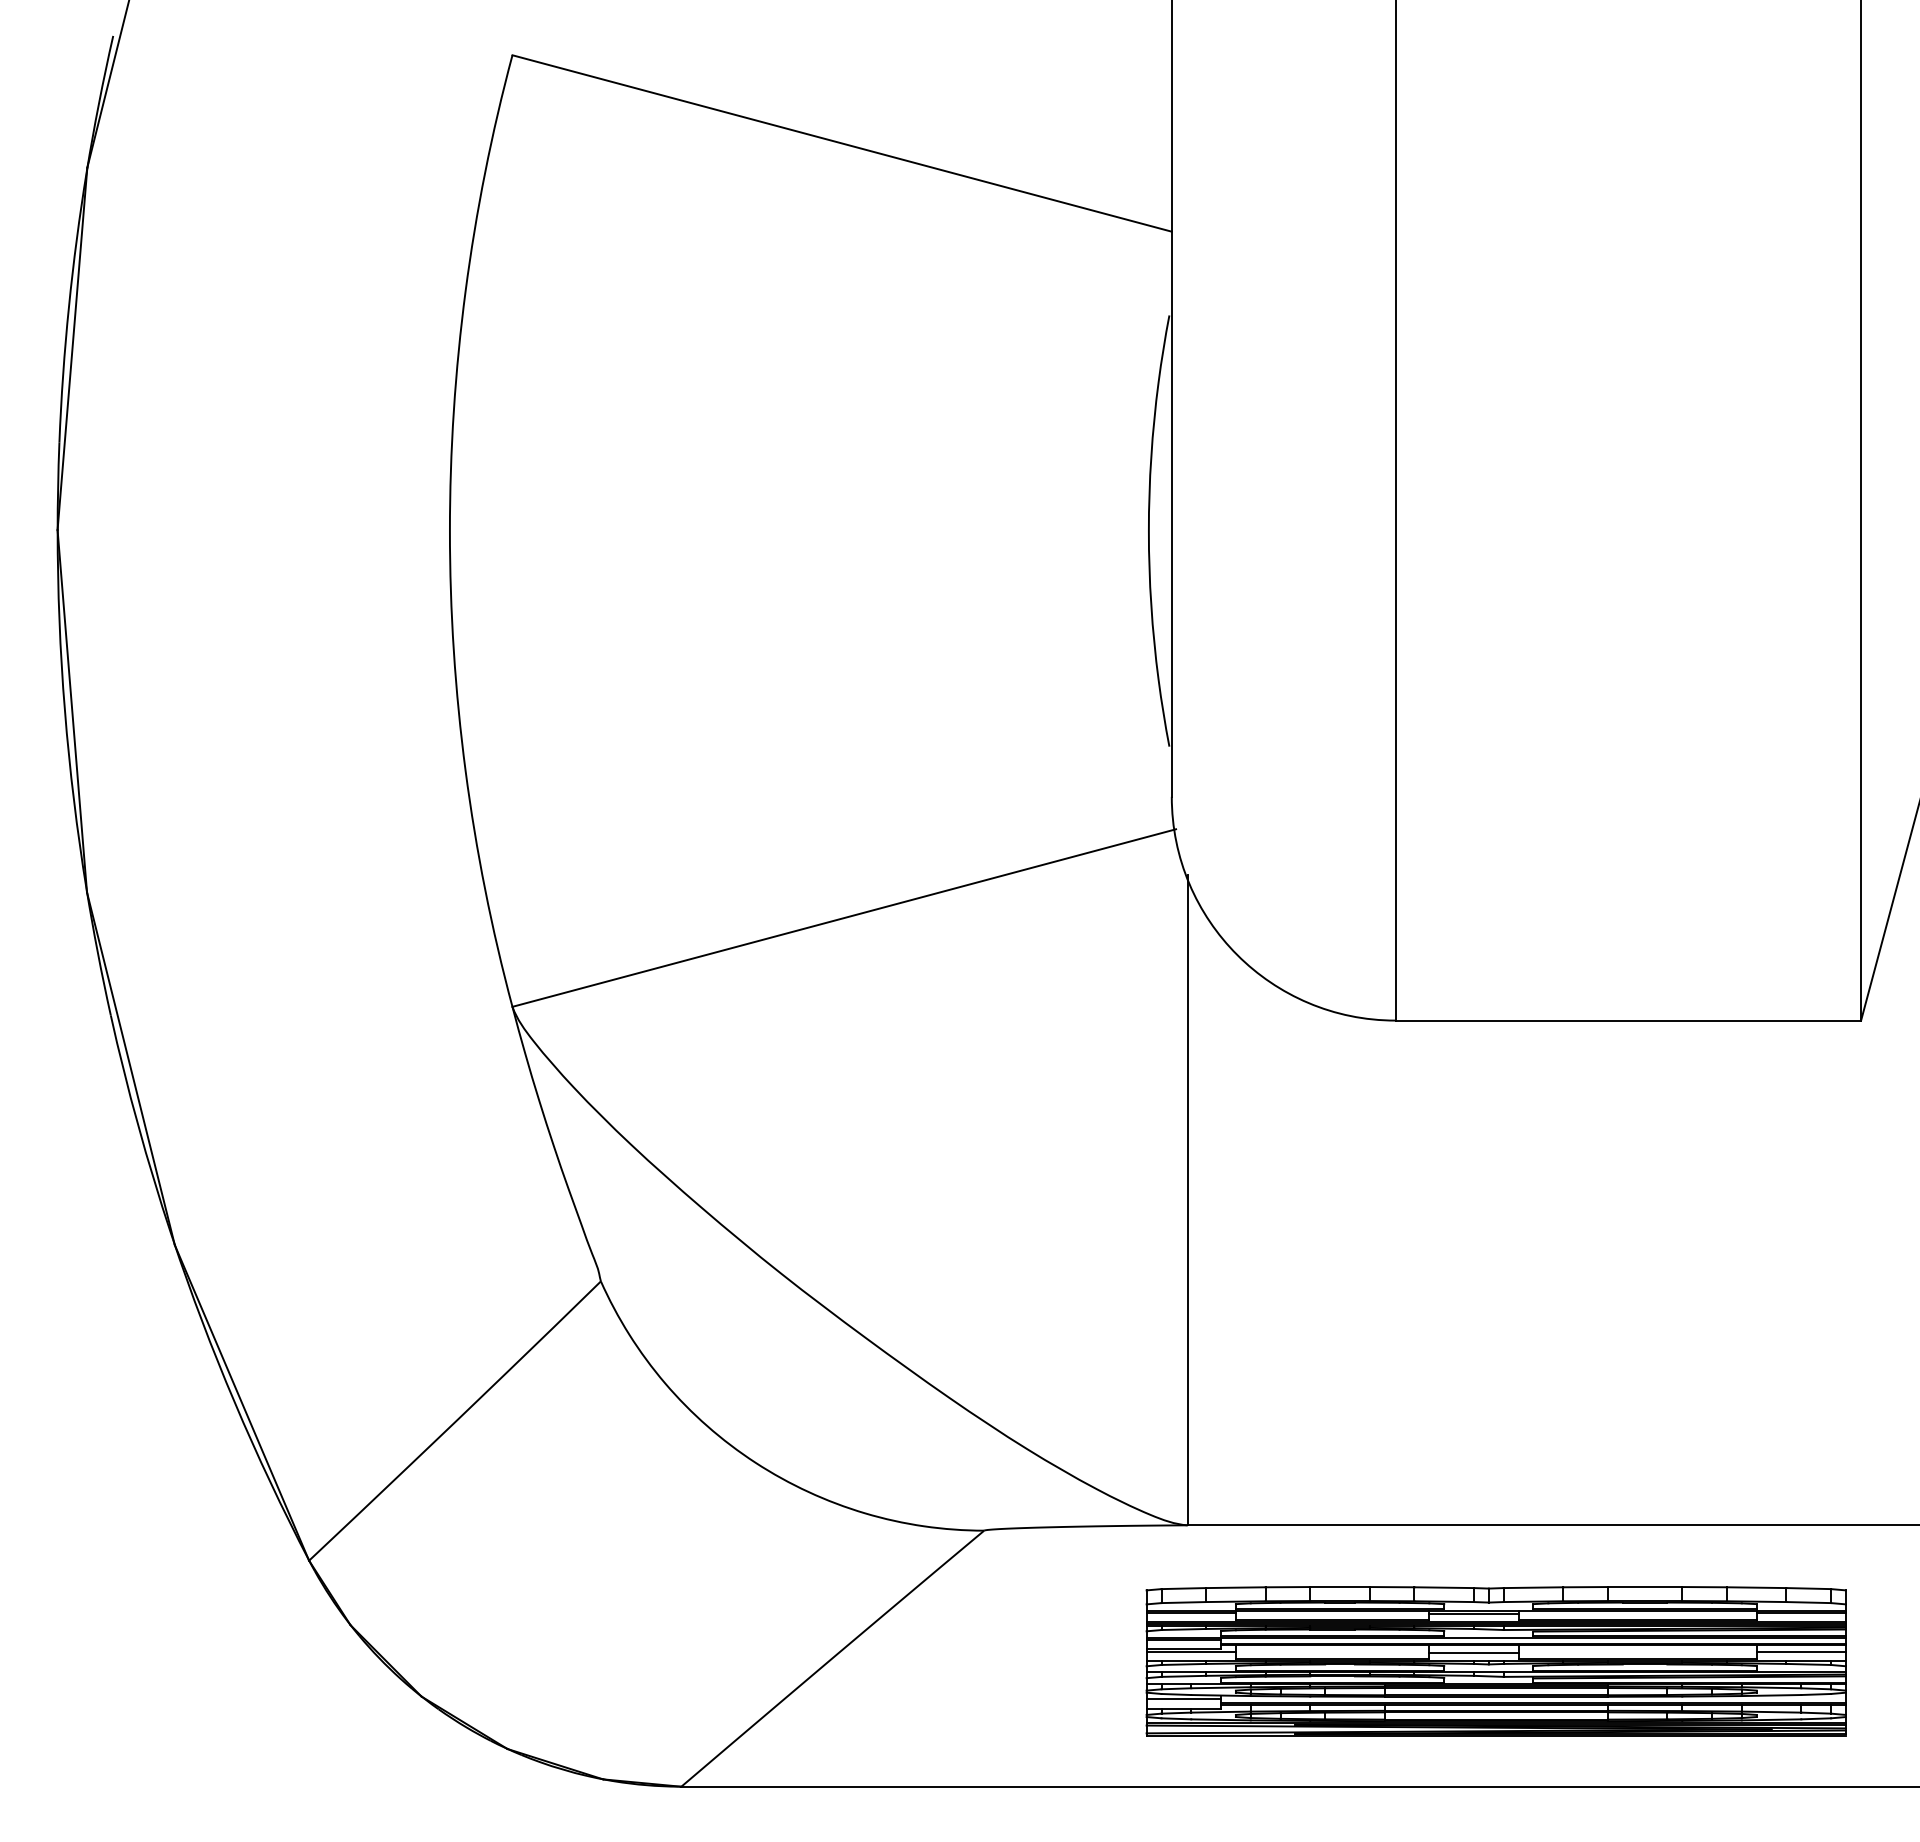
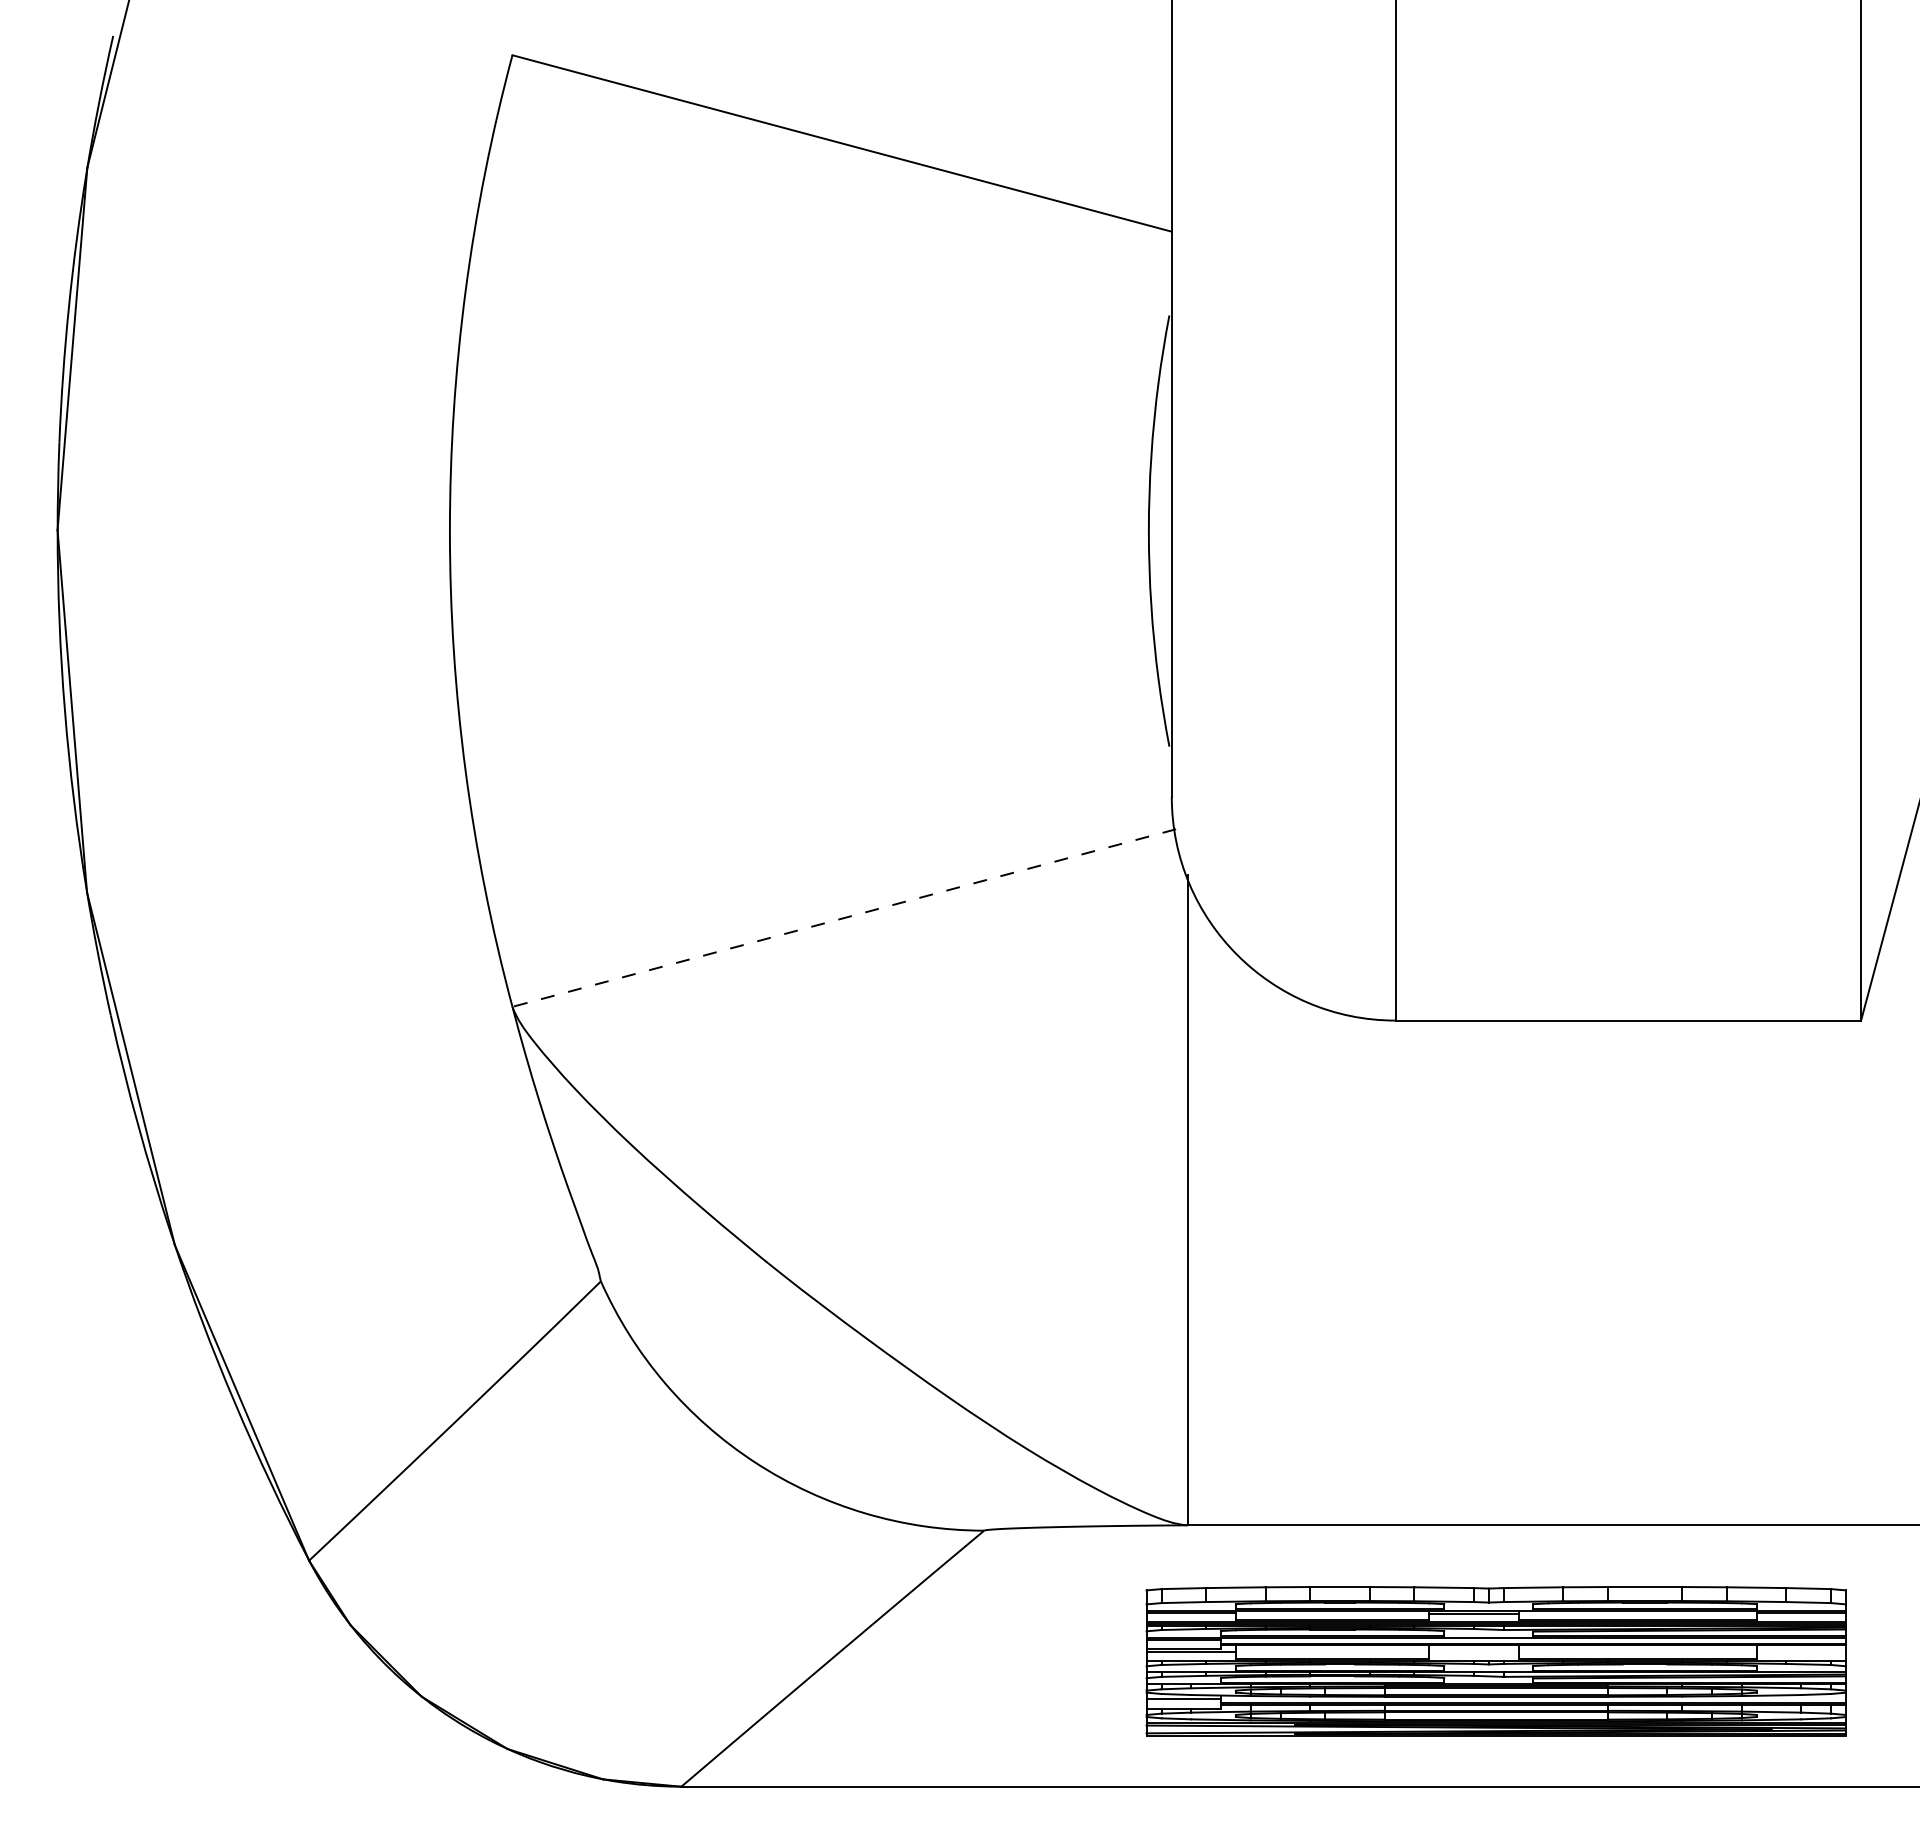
line at (843, 918): solid -> dashed
line at (1800, 1651): present -> none
line at (1473, 1652): present -> none
